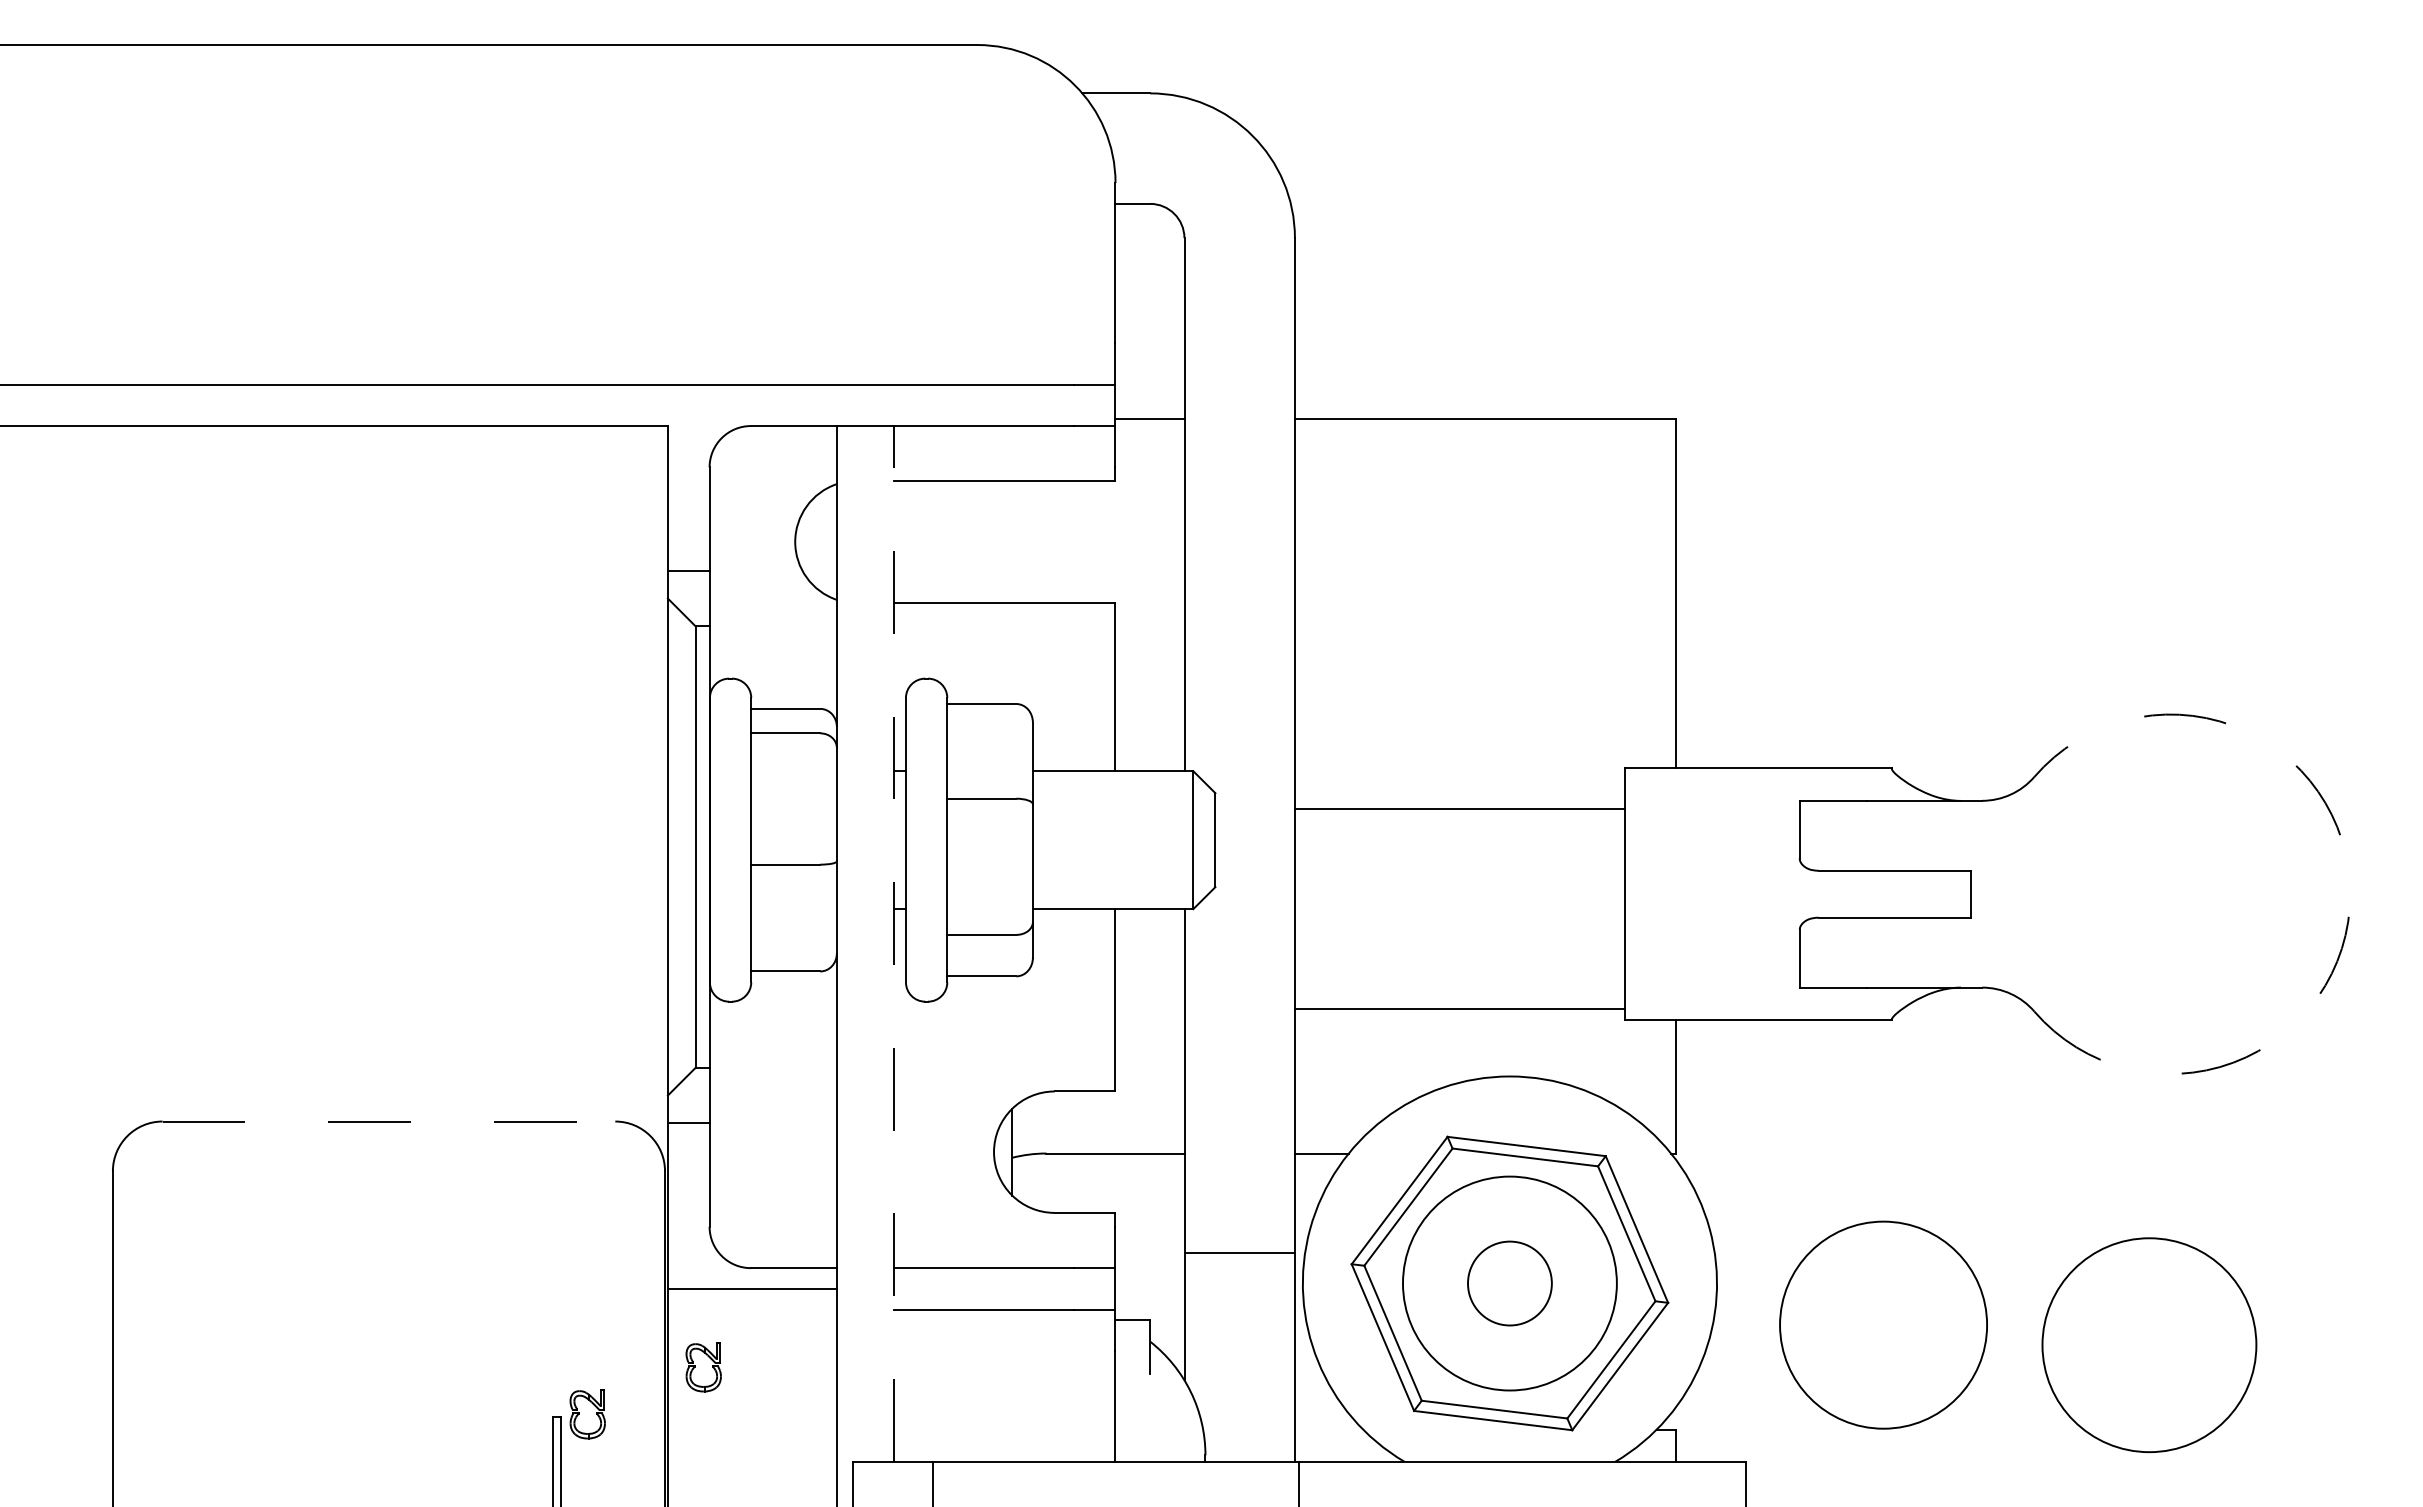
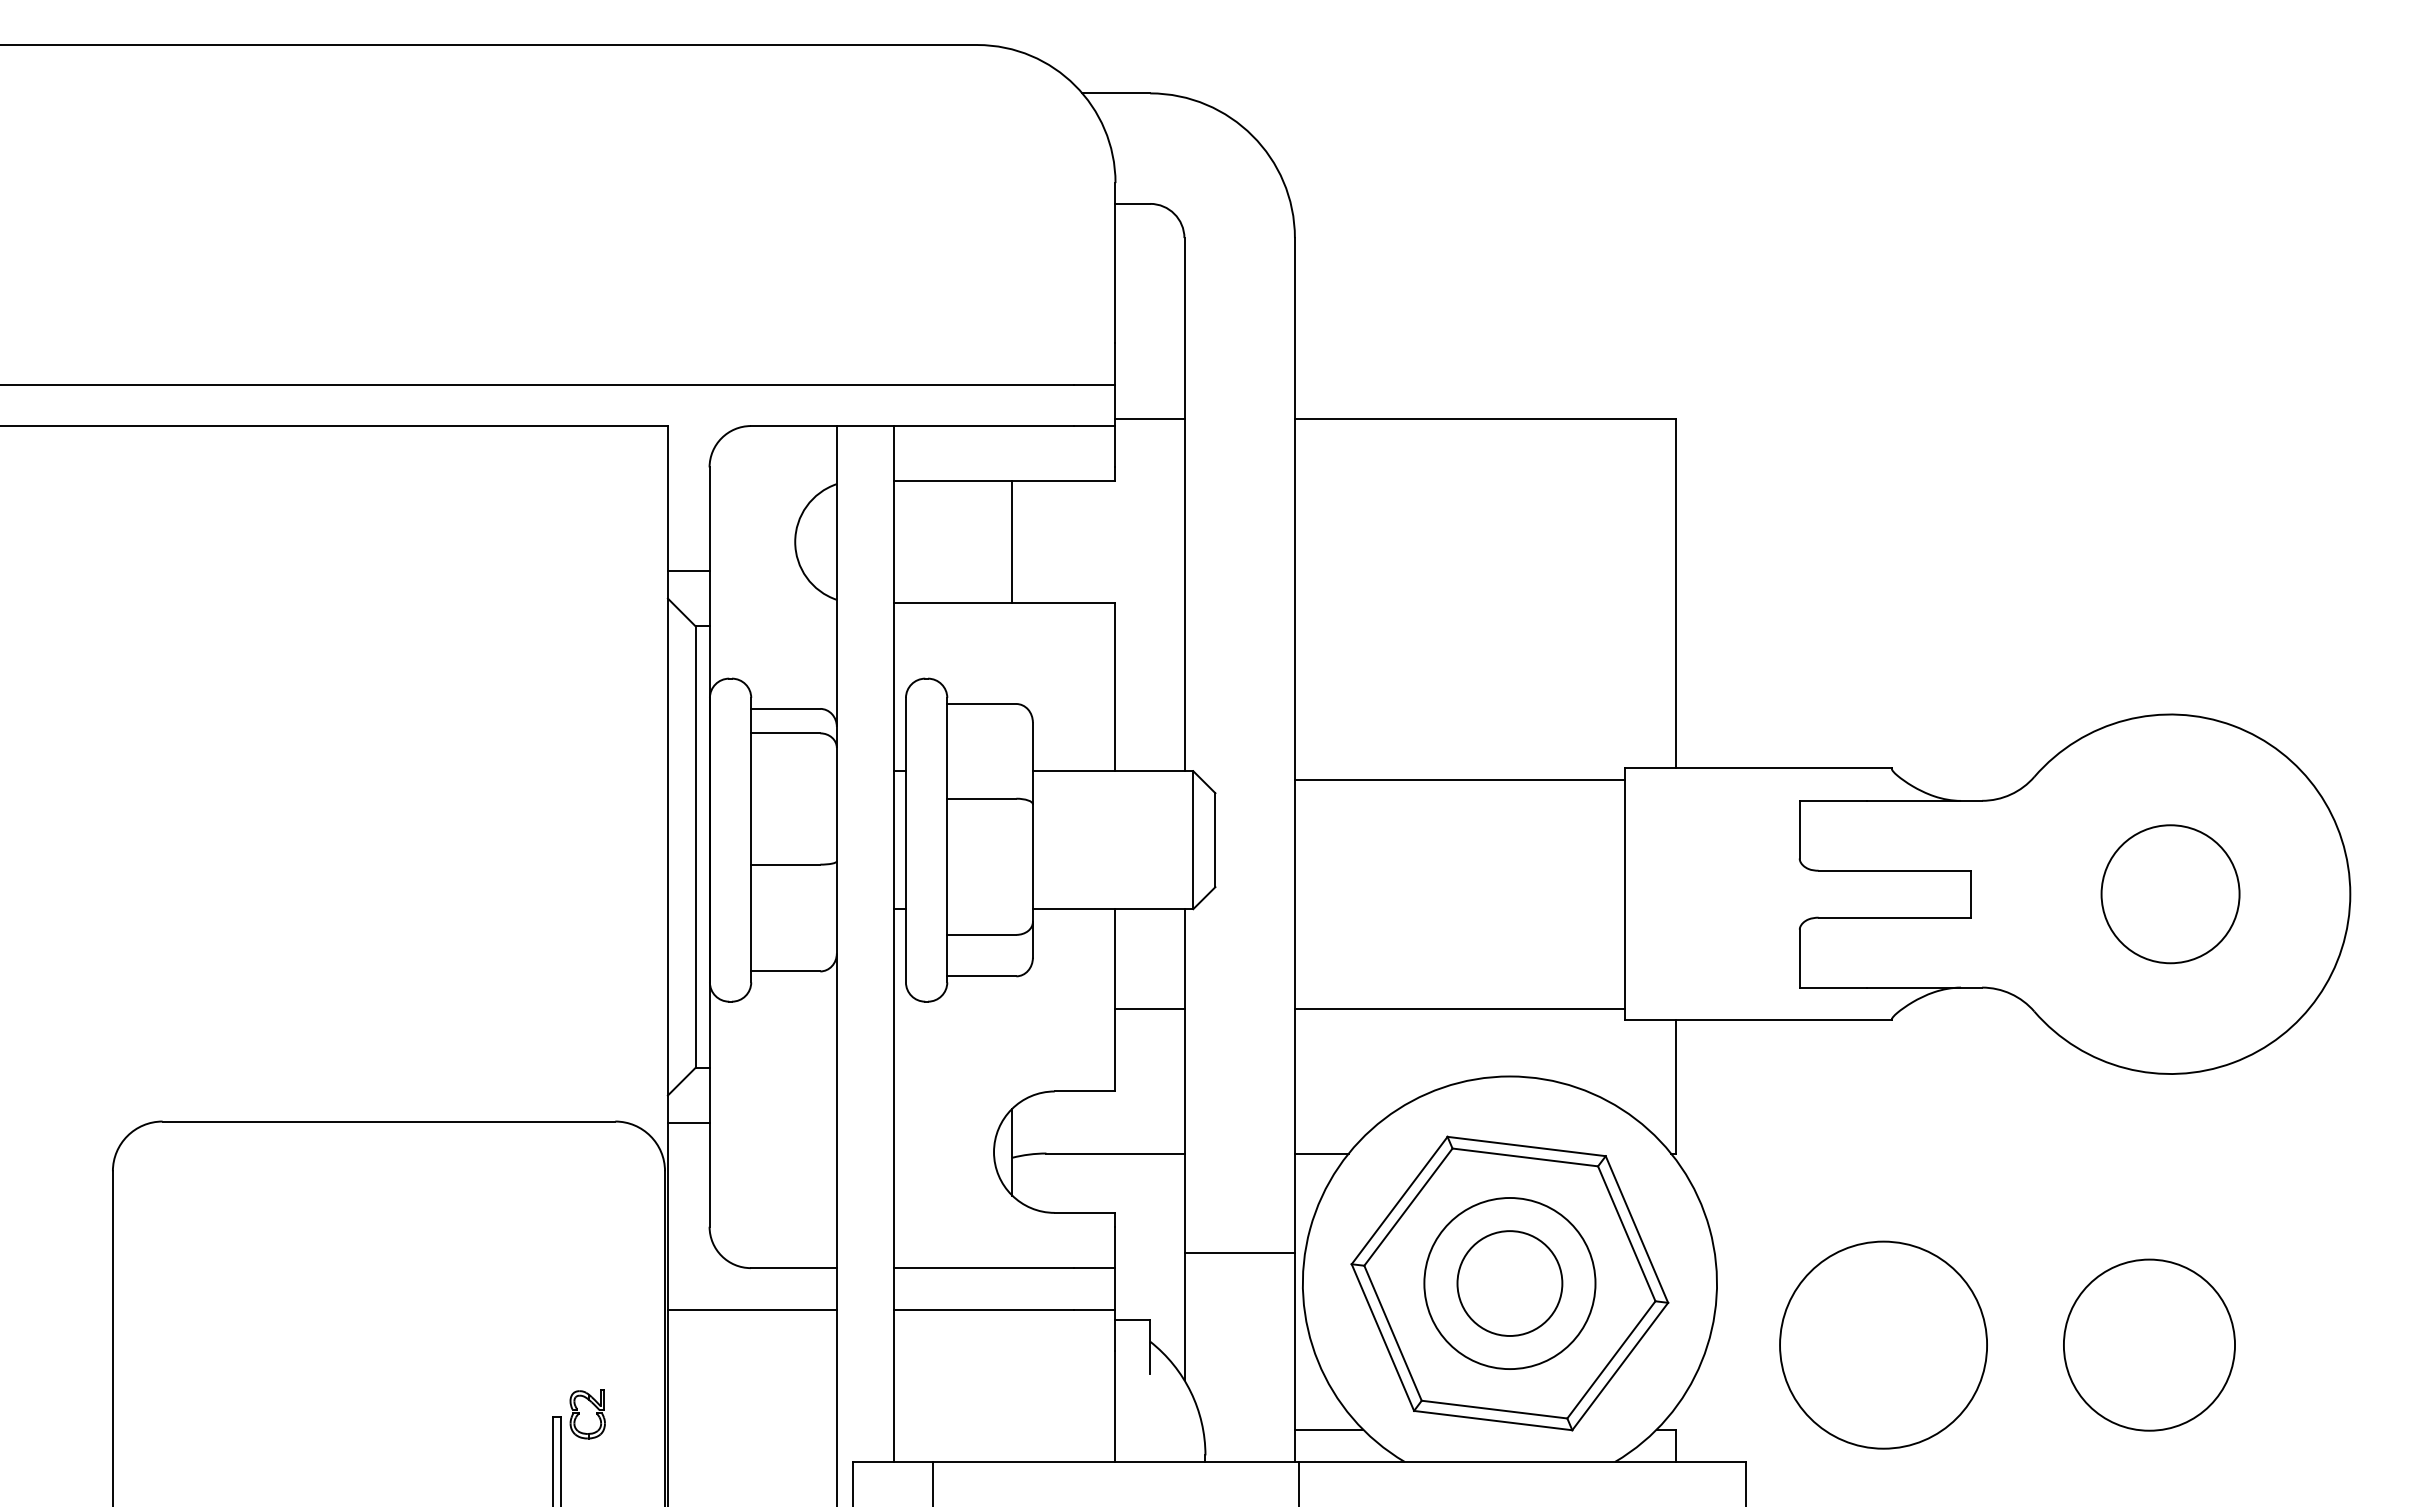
line at (1012, 541): none -> present
line at (1459, 808) position: (1459, 808) -> (1459, 779)
circle at (2170, 894): none -> present
arc at (2350, 894): dashed -> solid
line at (894, 944): dashed -> solid
line at (1149, 1008): none -> present
line at (389, 1121): dashed -> solid
circle at (1509, 1283) diameter: 214 px -> 171 px
circle at (1509, 1283) diameter: 84 px -> 105 px
line at (751, 1288) position: (751, 1288) -> (751, 1309)
circle at (1883, 1324) position: (1883, 1324) -> (1883, 1344)
circle at (2149, 1345) size: 217x217 px -> 173x174 px
part at (695, 1367): present -> none
line at (1328, 1429): none -> present
